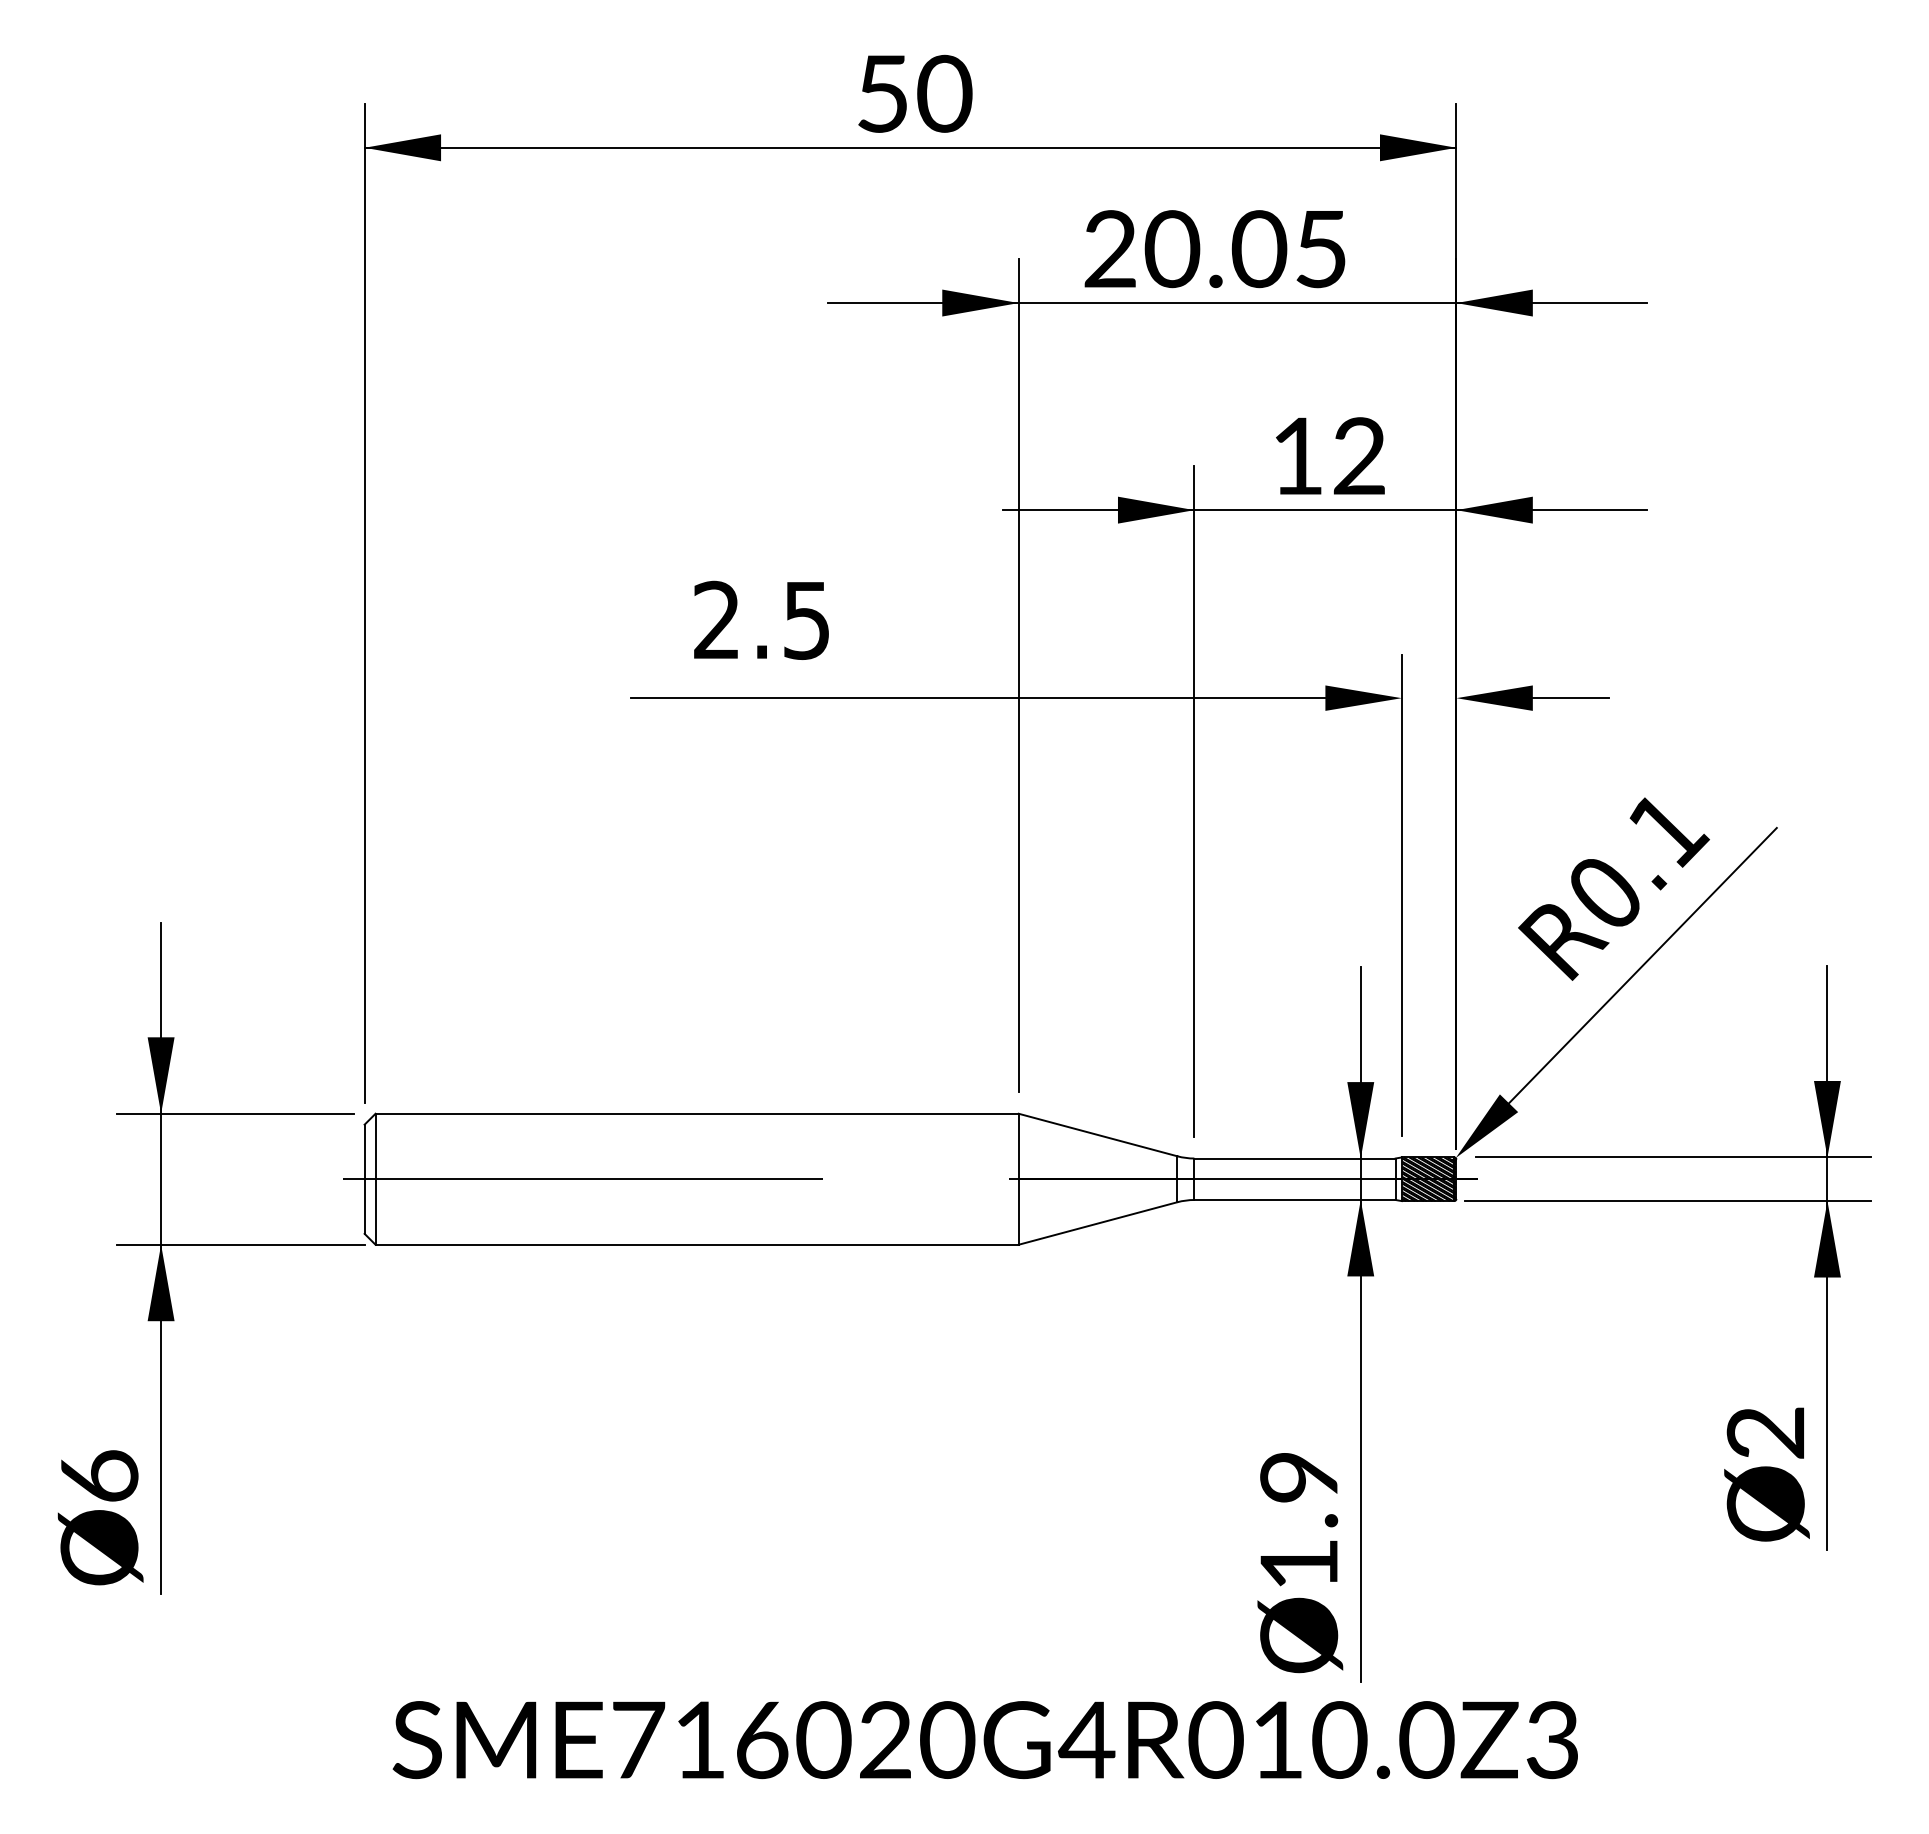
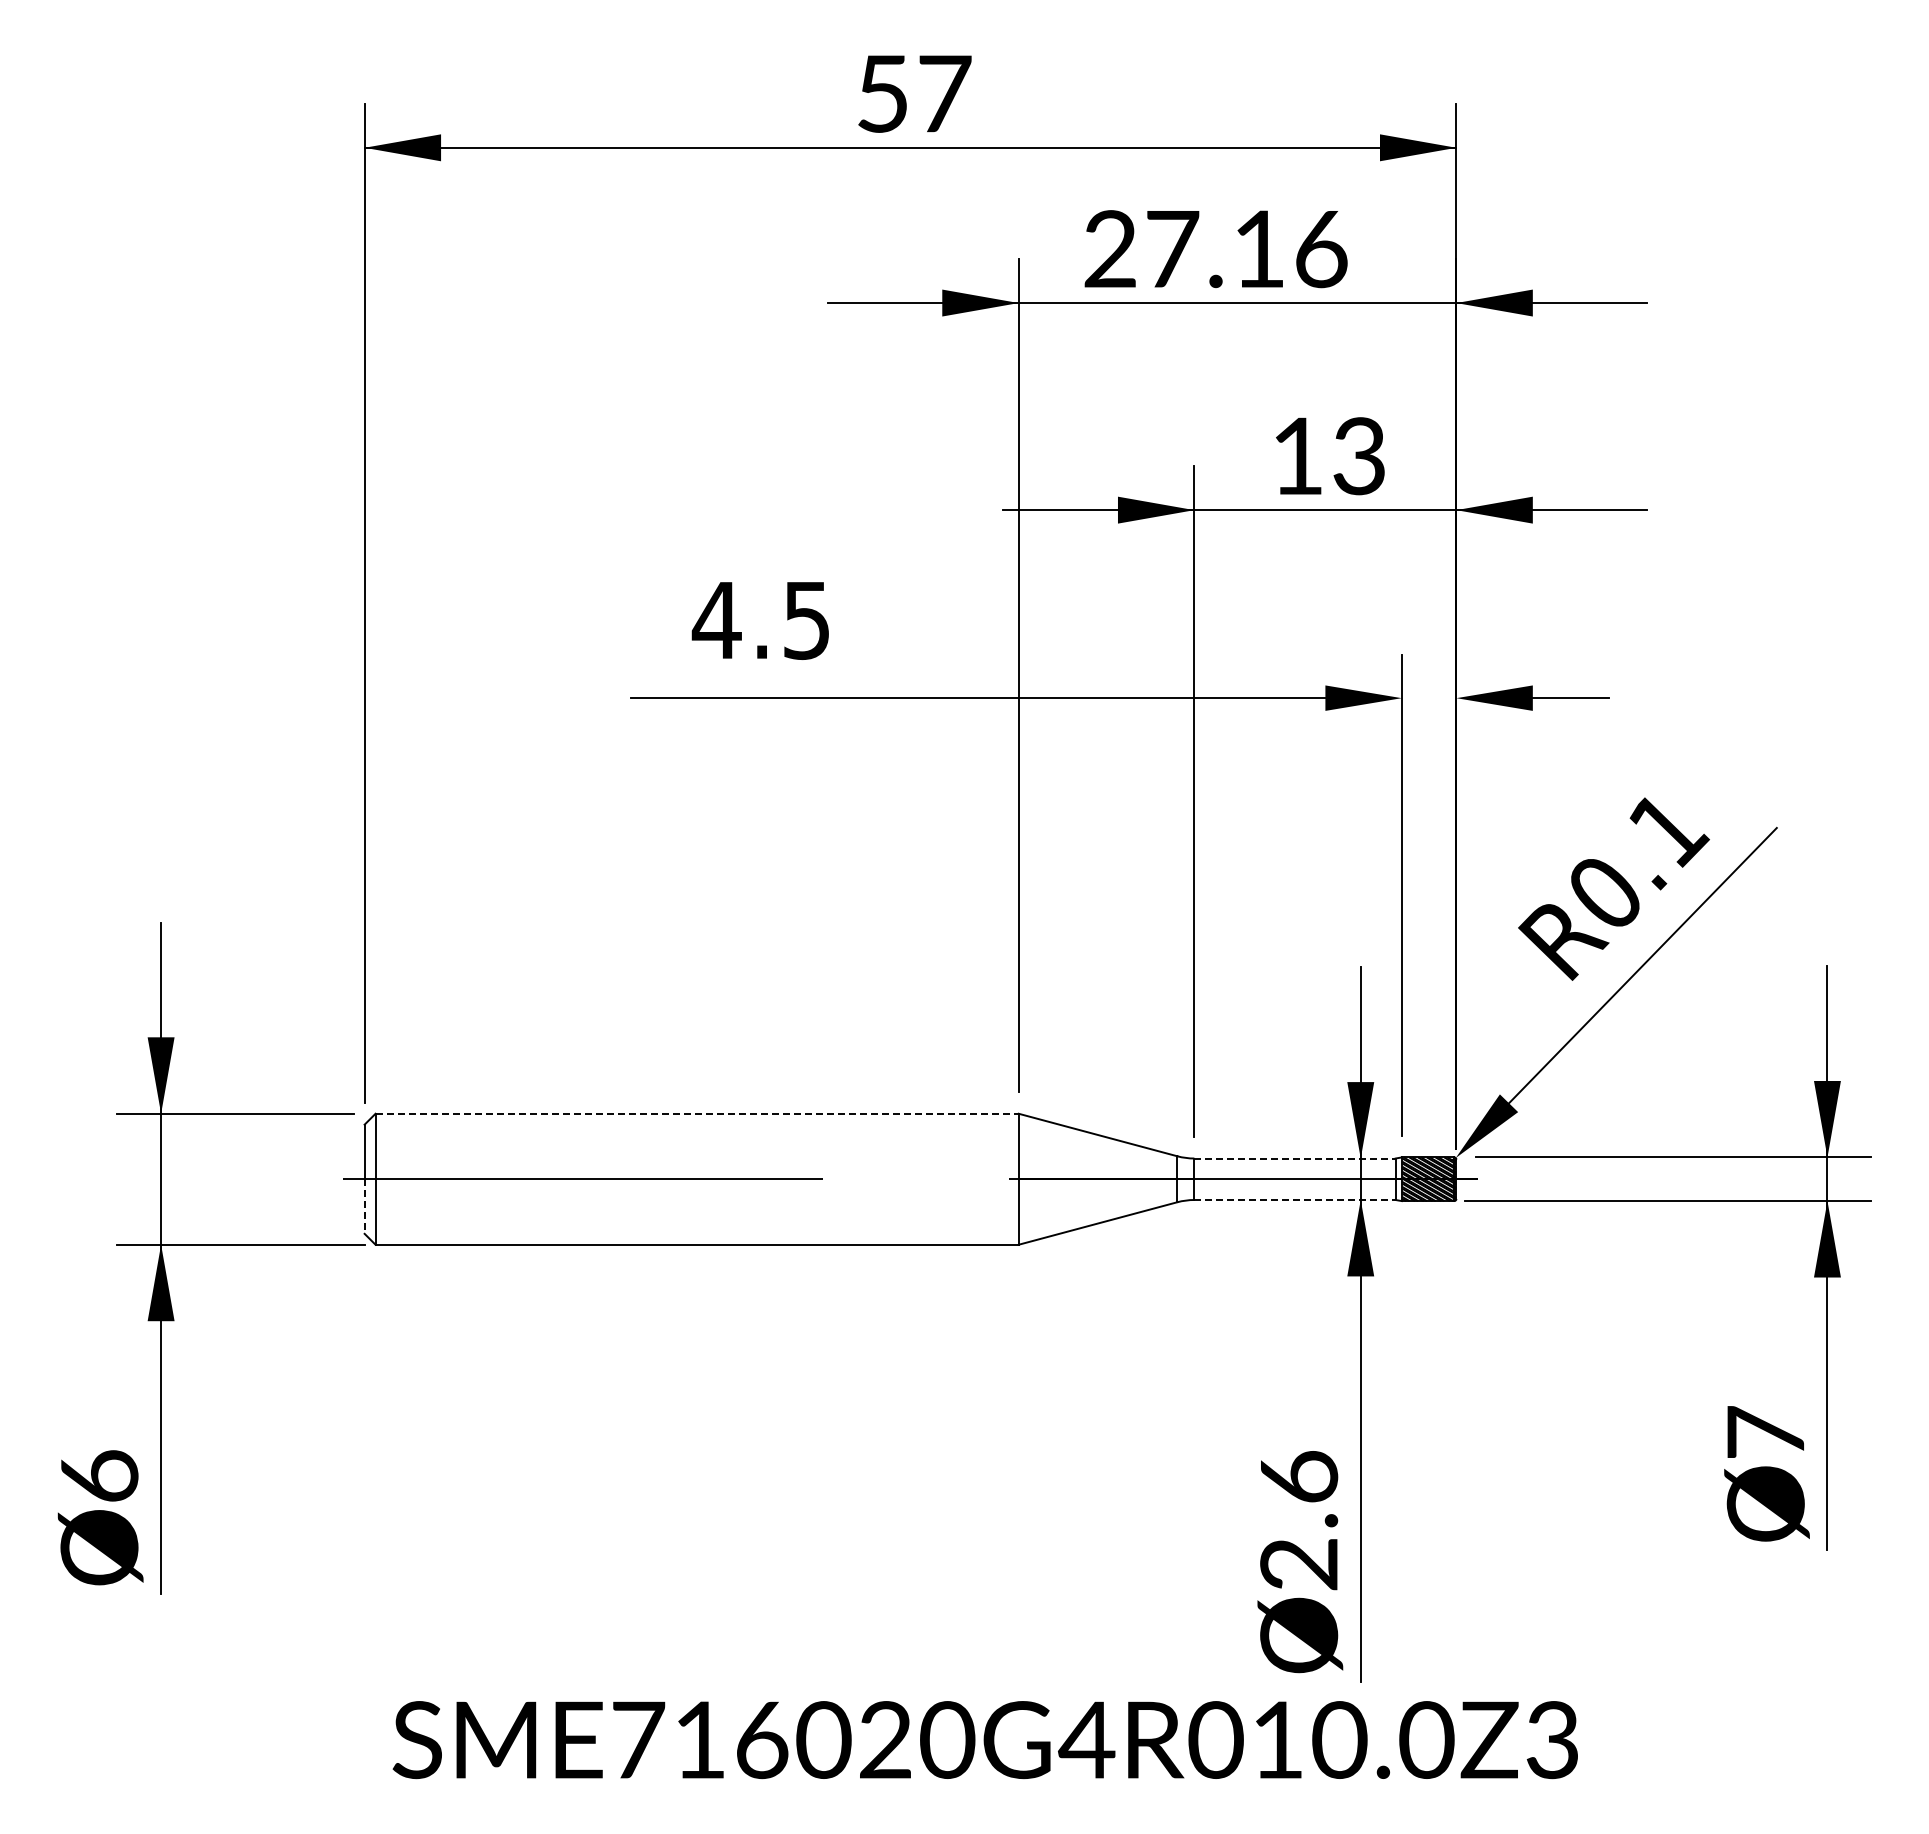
text at (944, 93): 50 -> 57
text at (1245, 249): 20.05 -> 27.16
text at (1358, 456): 12 -> 13
text at (716, 619): 2.5 -> 4.5
line at (697, 1113): solid -> dashed
line at (1295, 1158): solid -> dashed
line at (1295, 1200): solid -> dashed
line at (364, 1207): solid -> dashed
text at (1764, 1432): 2 -> 7
text at (1299, 1520): 1.9 -> 2.6
